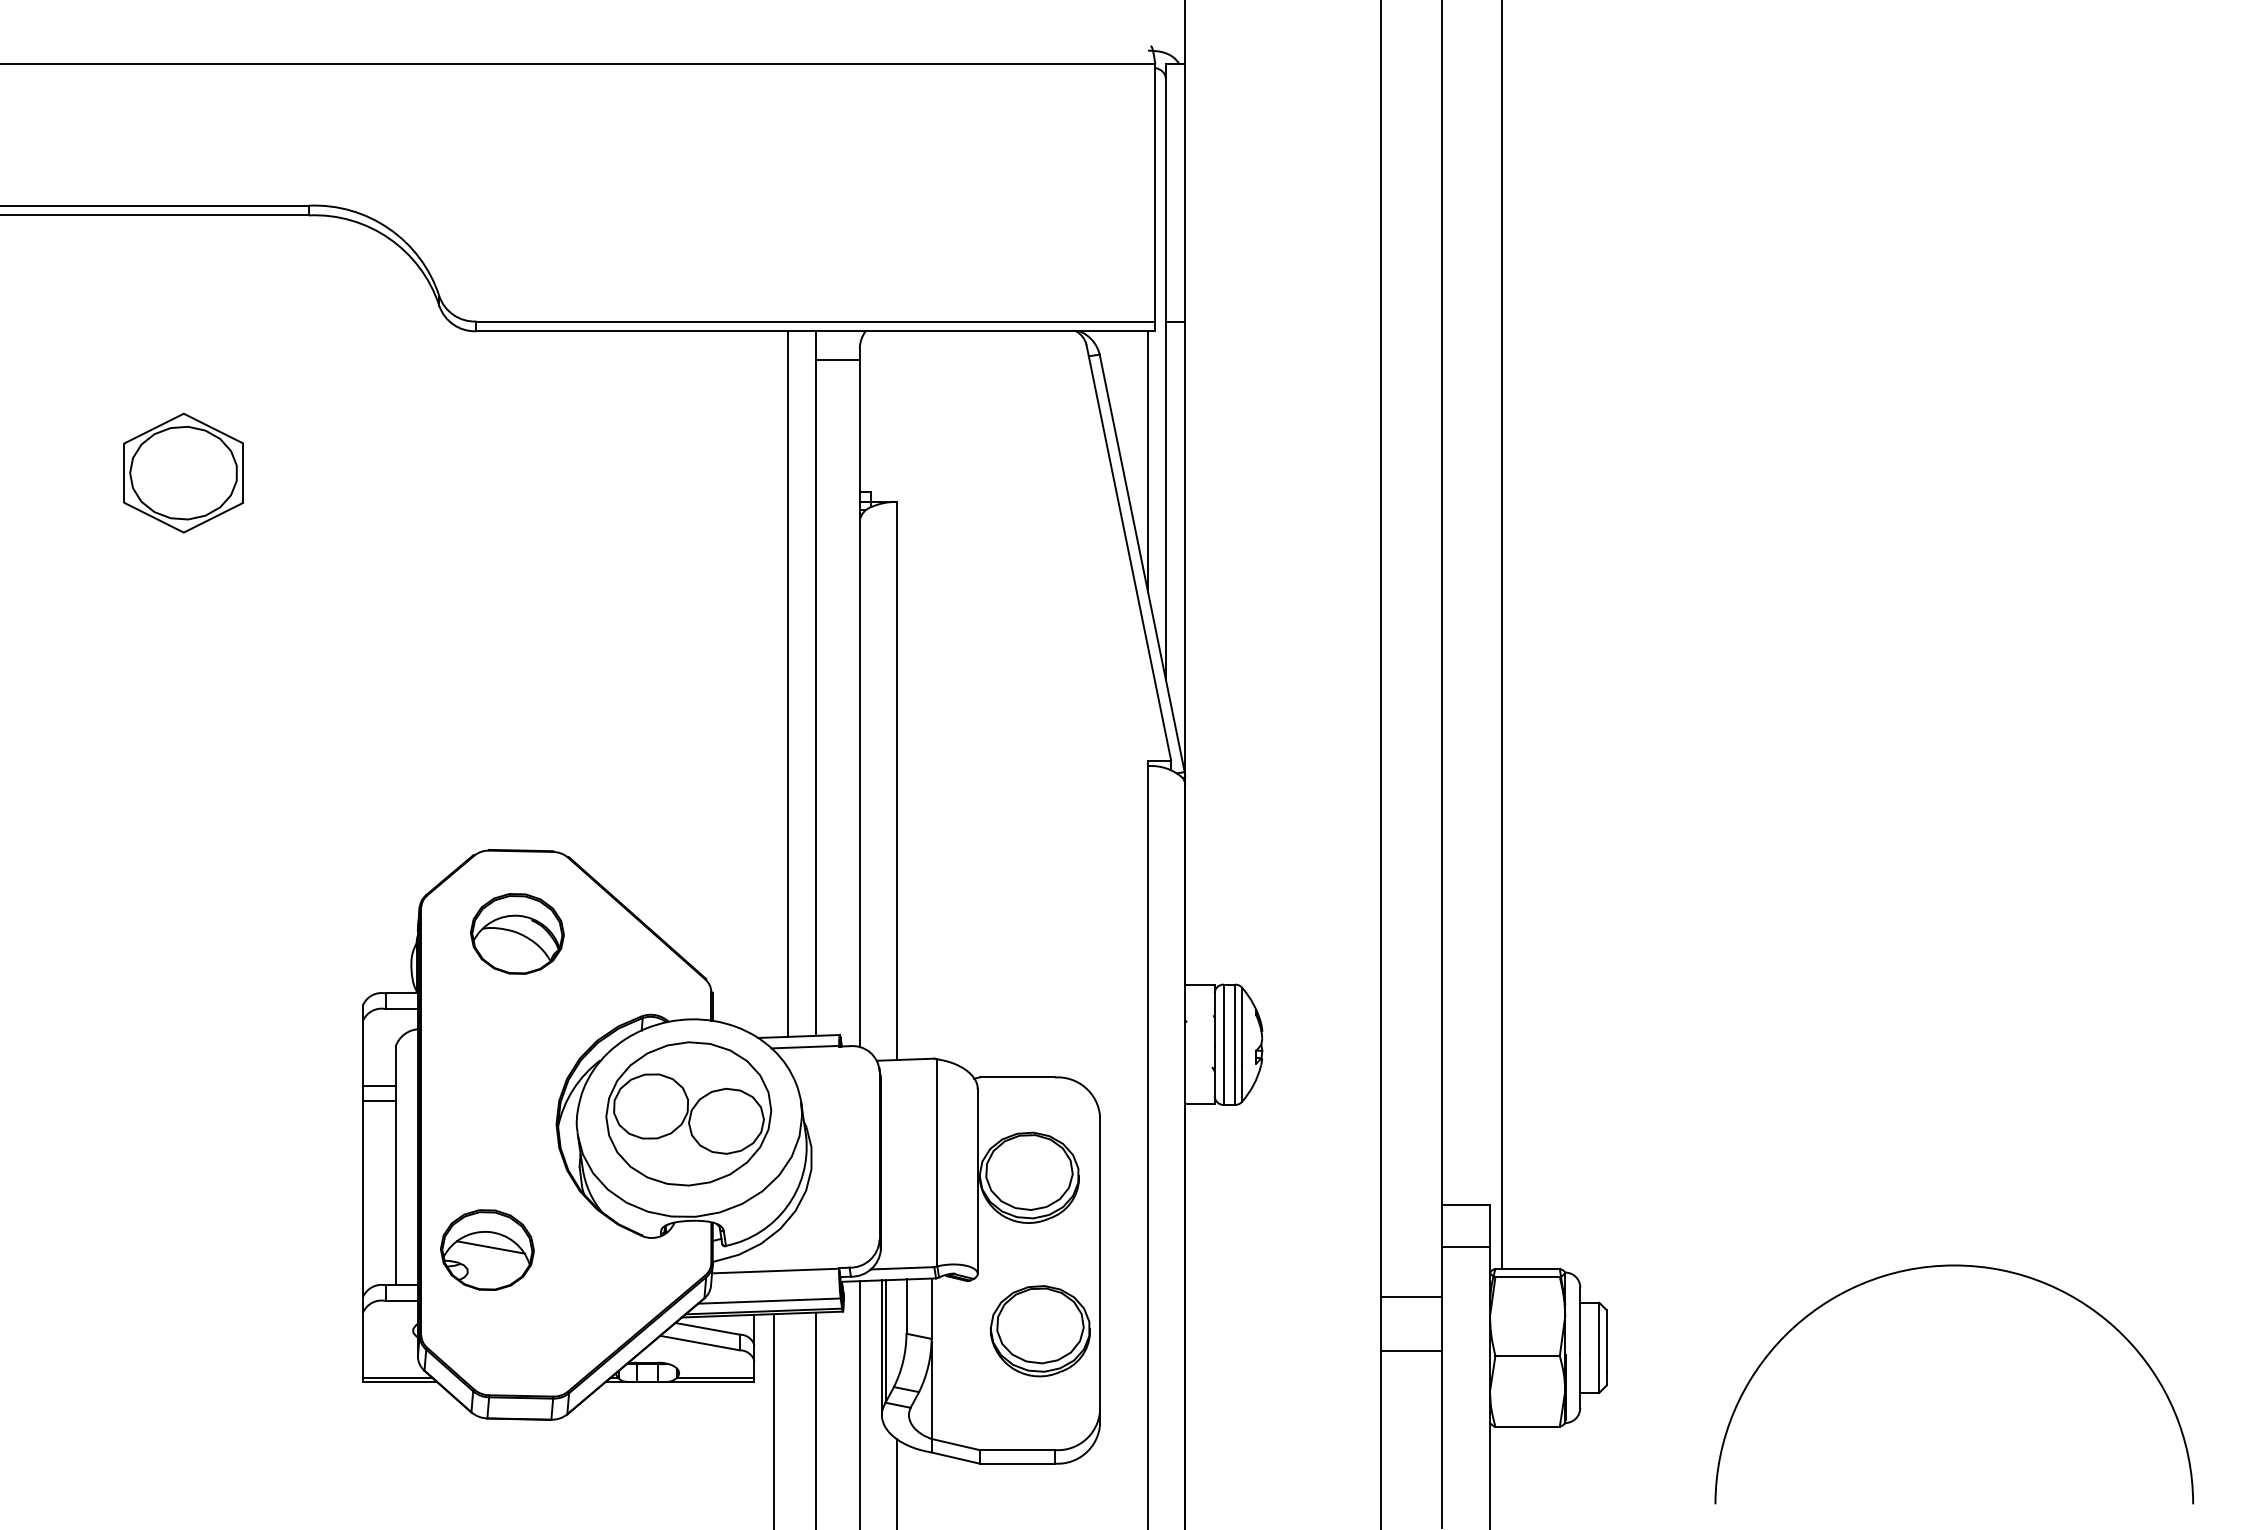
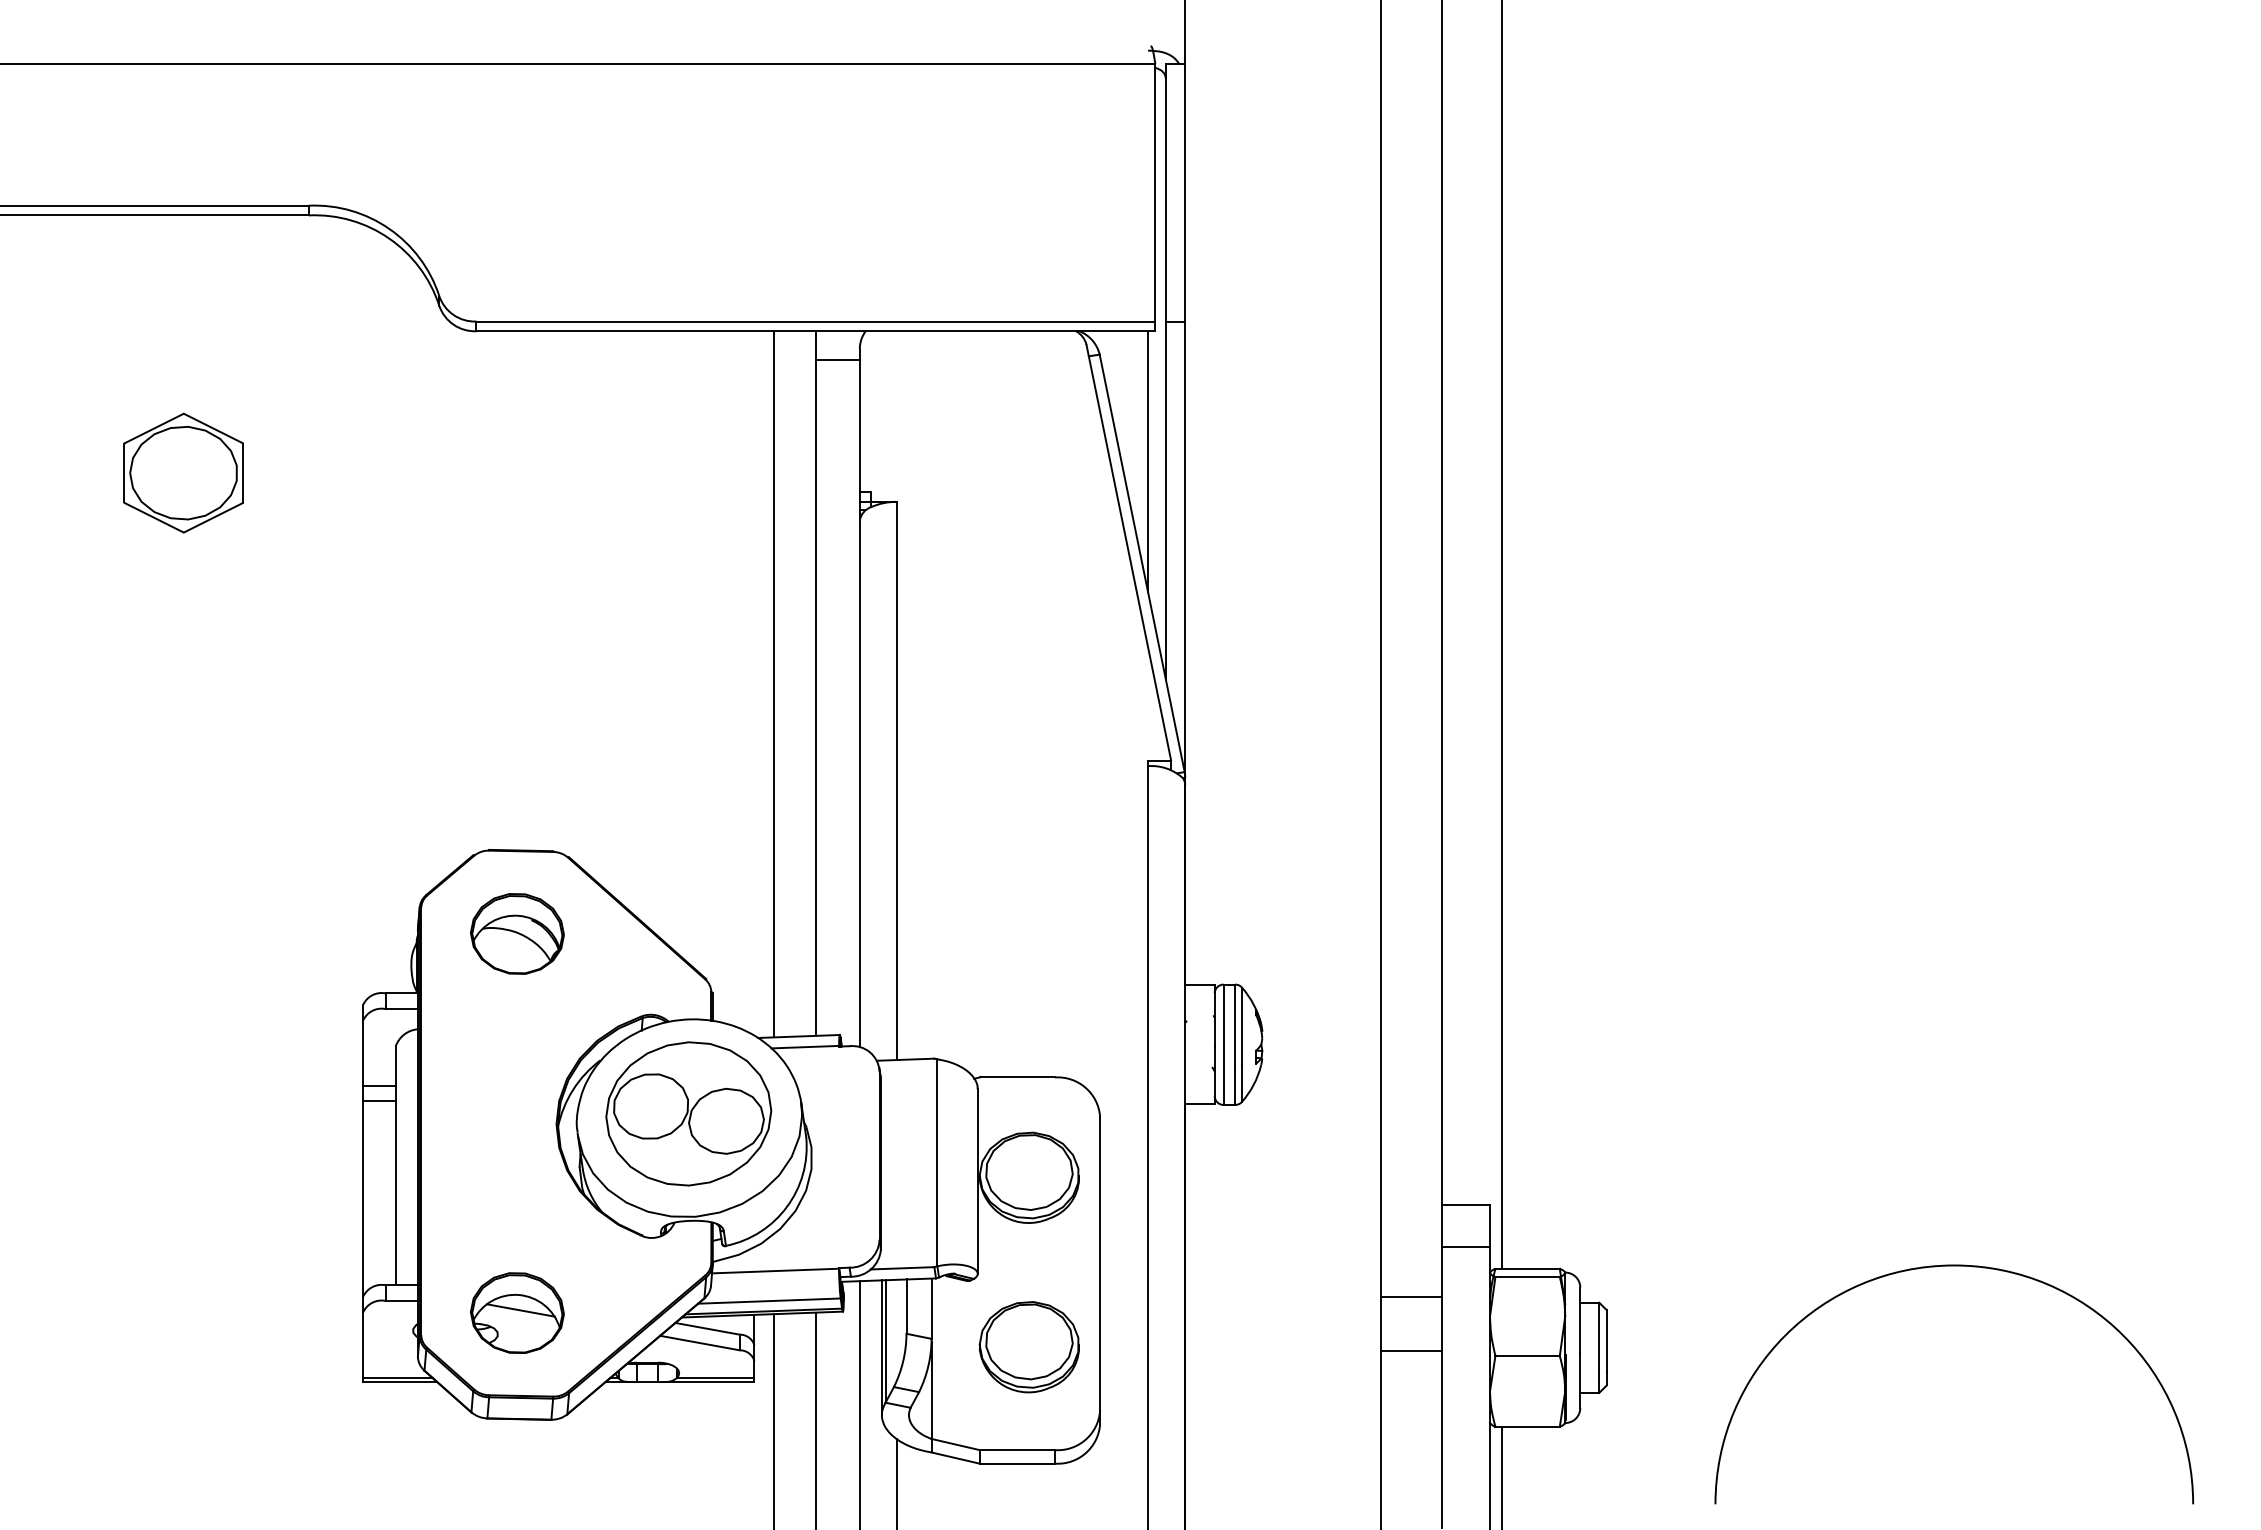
line at (787, 684) position: (787, 684) -> (773, 684)
part at (487, 1249) position: (487, 1249) -> (517, 1312)
part at (1039, 1331) position: (1039, 1331) -> (1028, 1347)
line at (1501, 1476): none -> present
